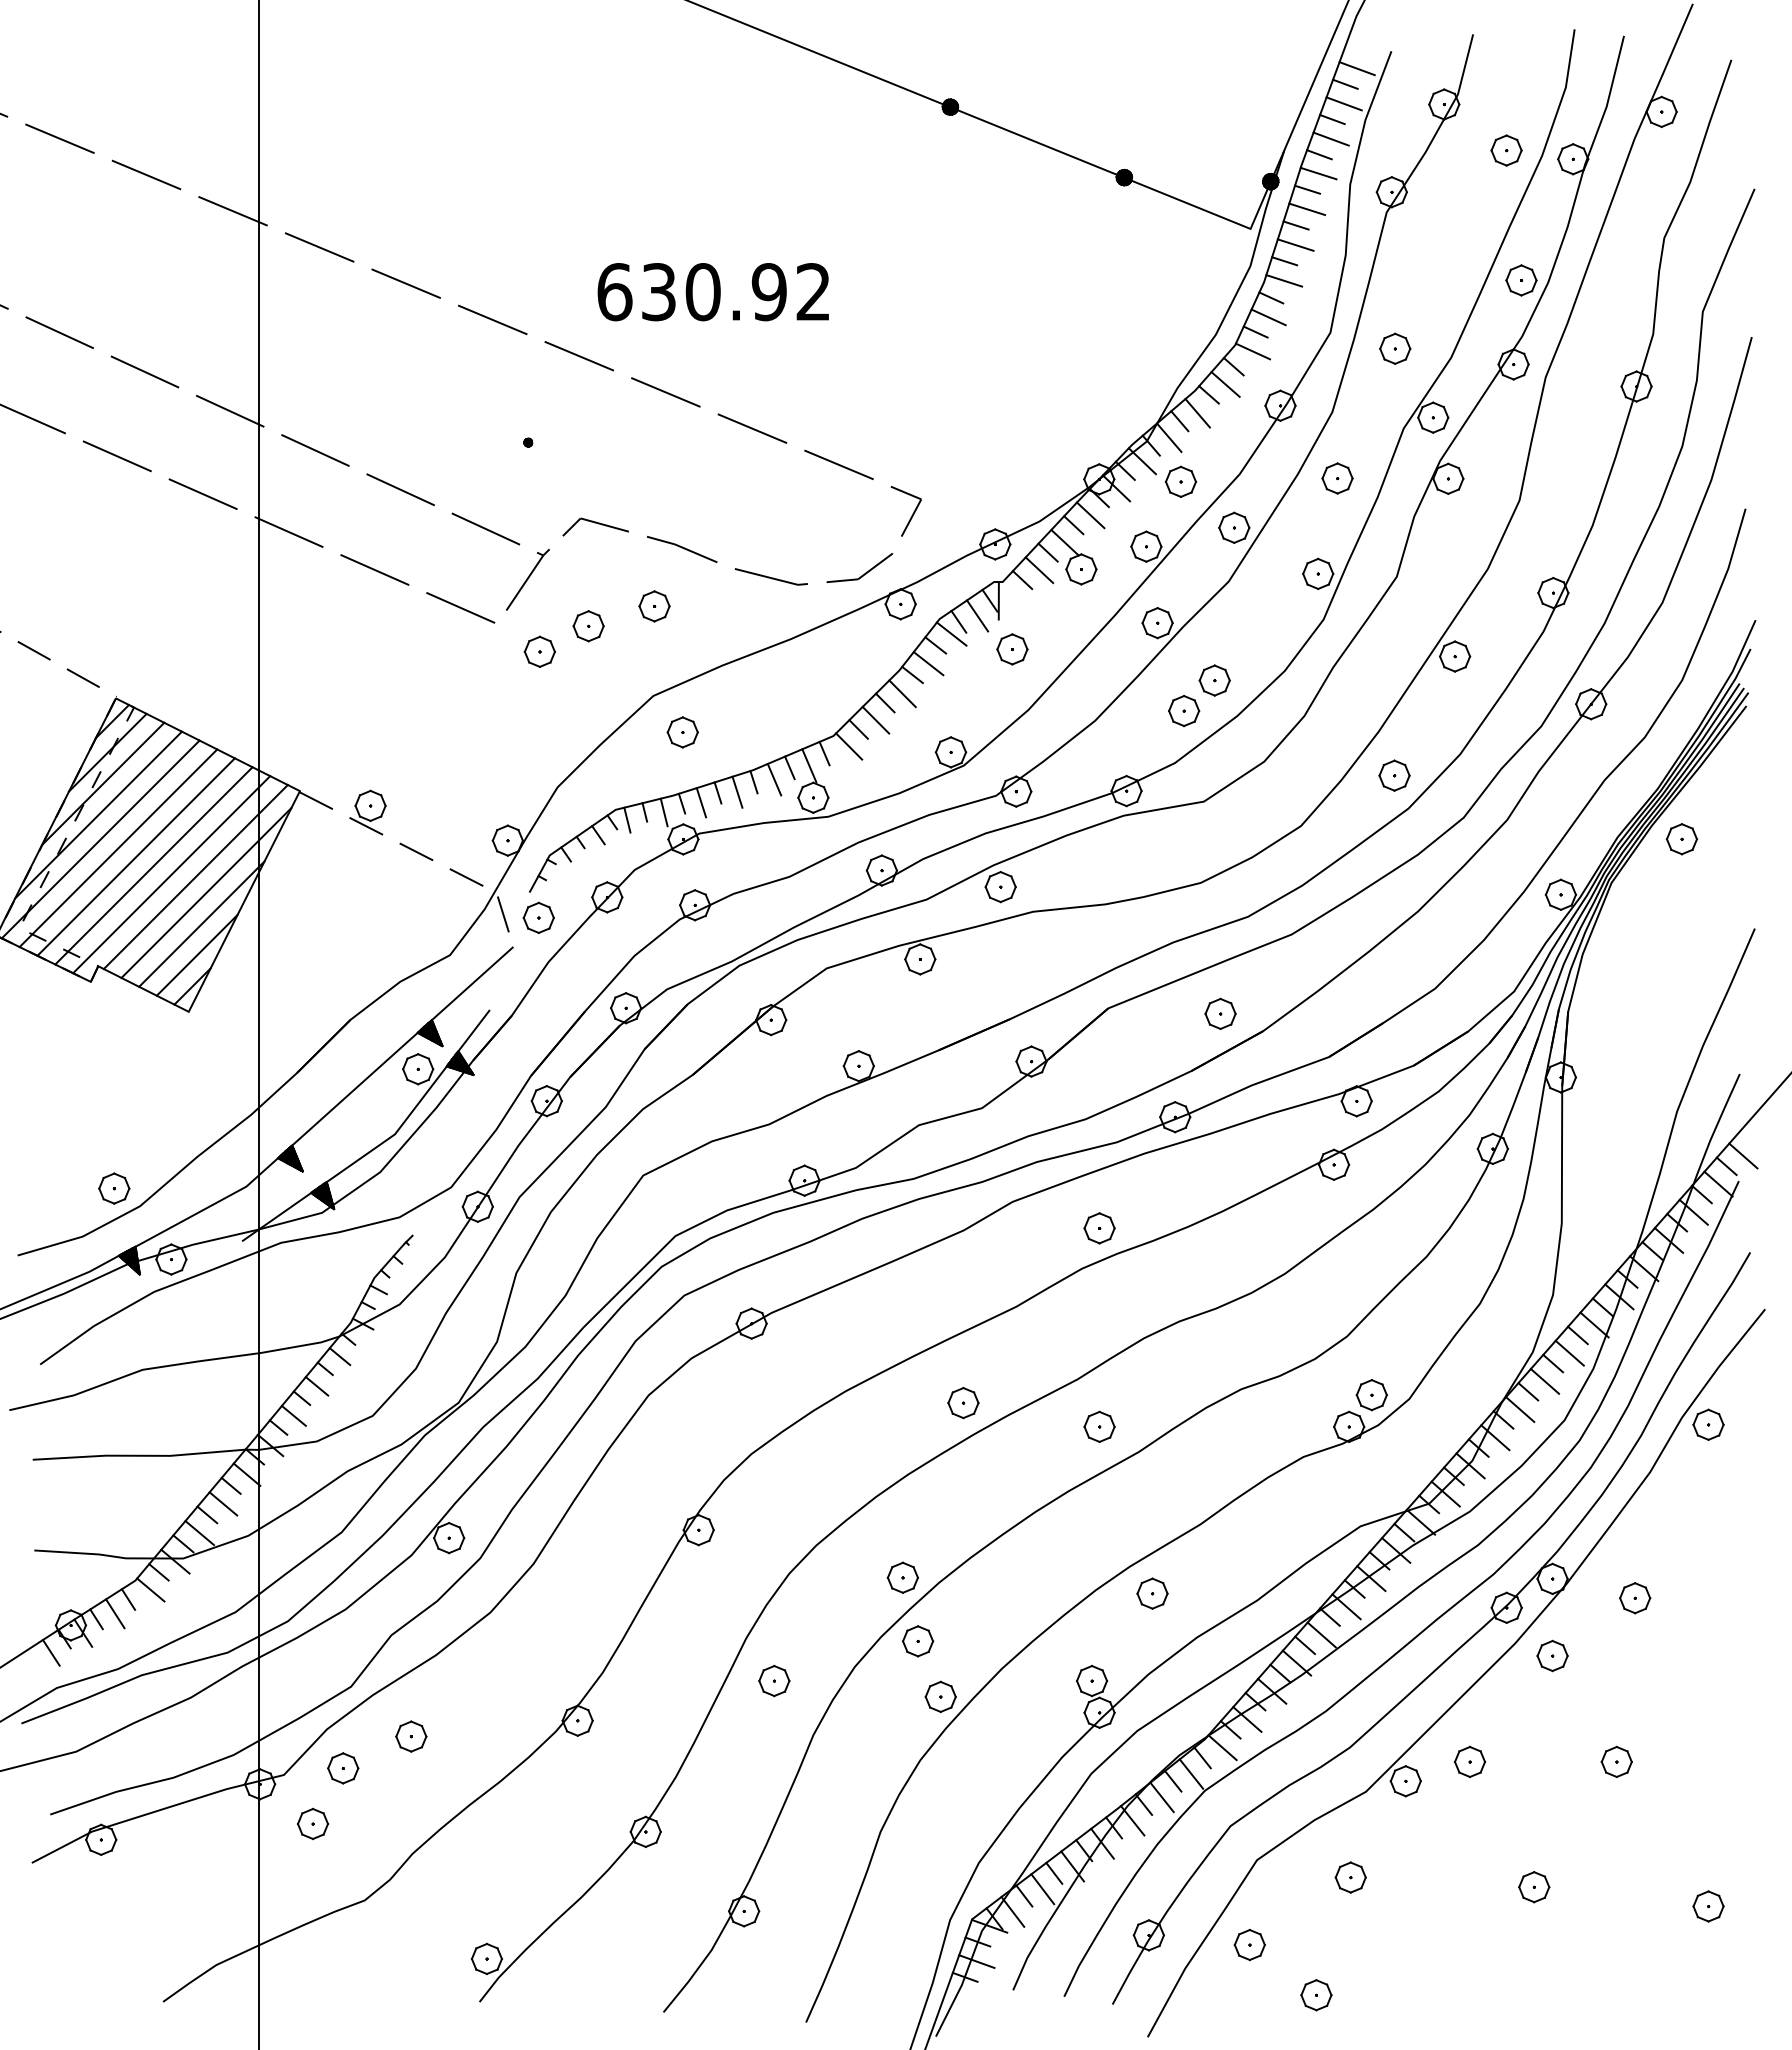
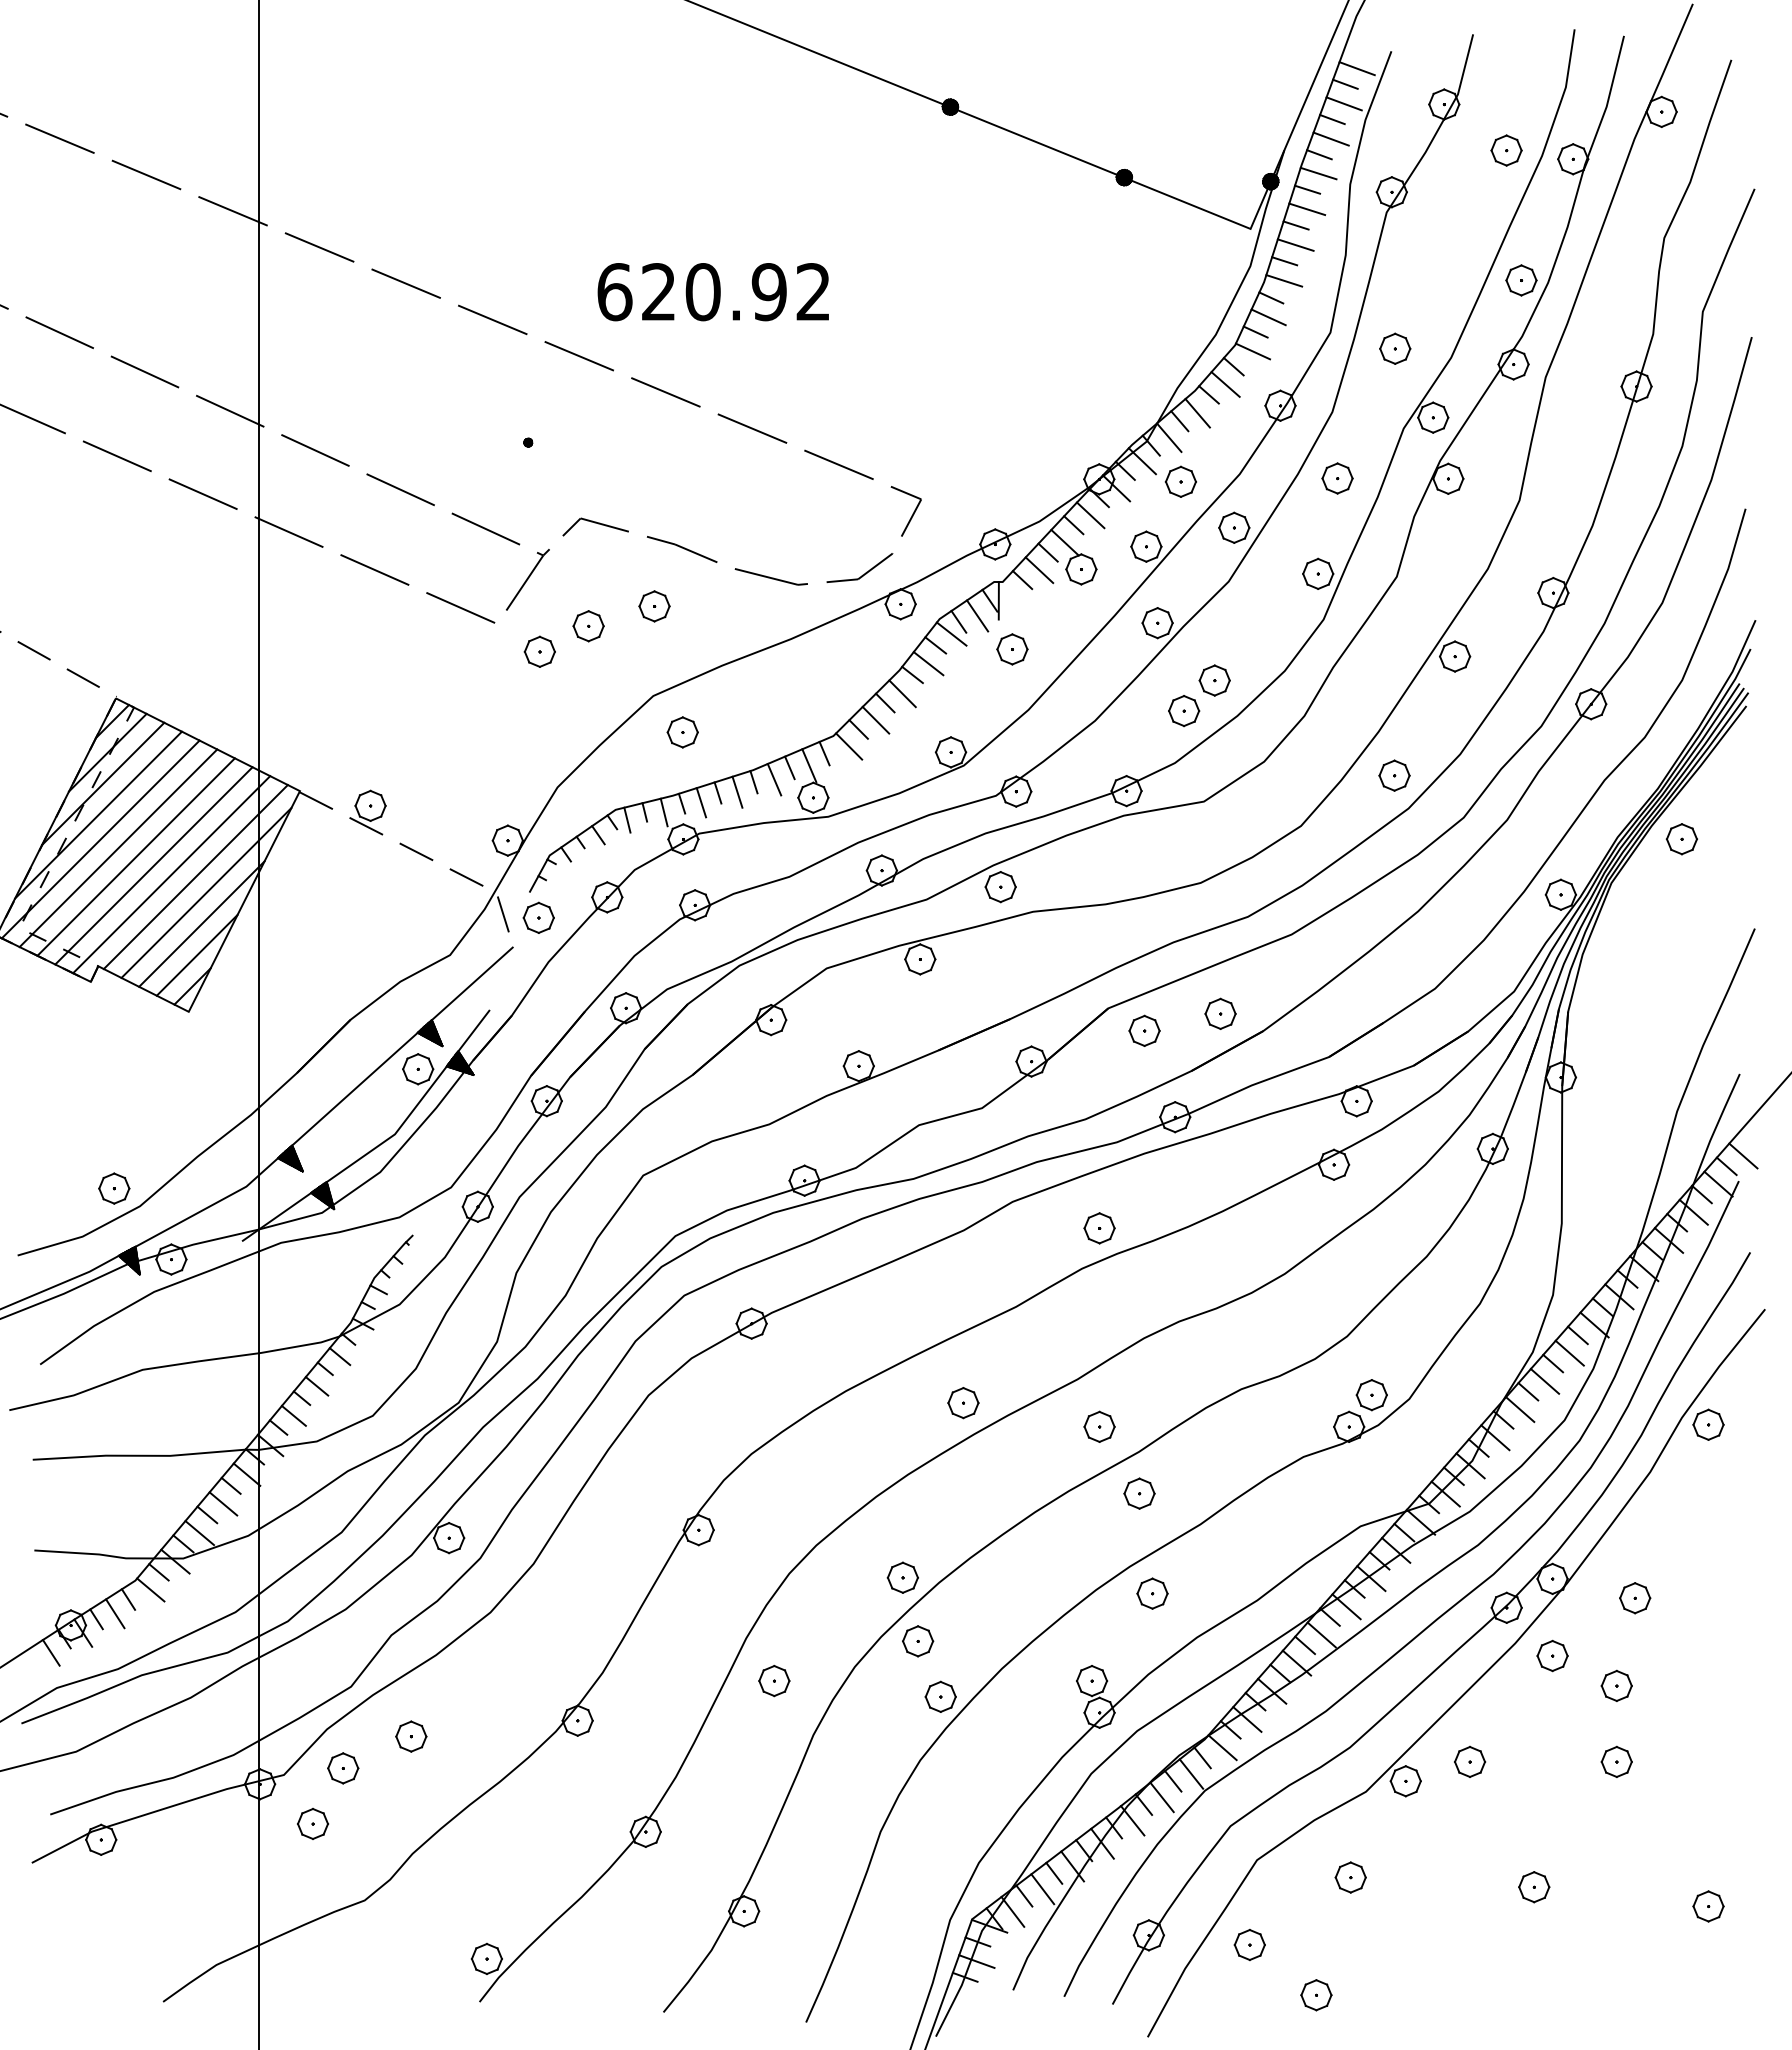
text at (658, 292): 630.92 -> 620.92
part at (1144, 1030): none -> present
part at (1139, 1493): none -> present
part at (1616, 1685): none -> present
